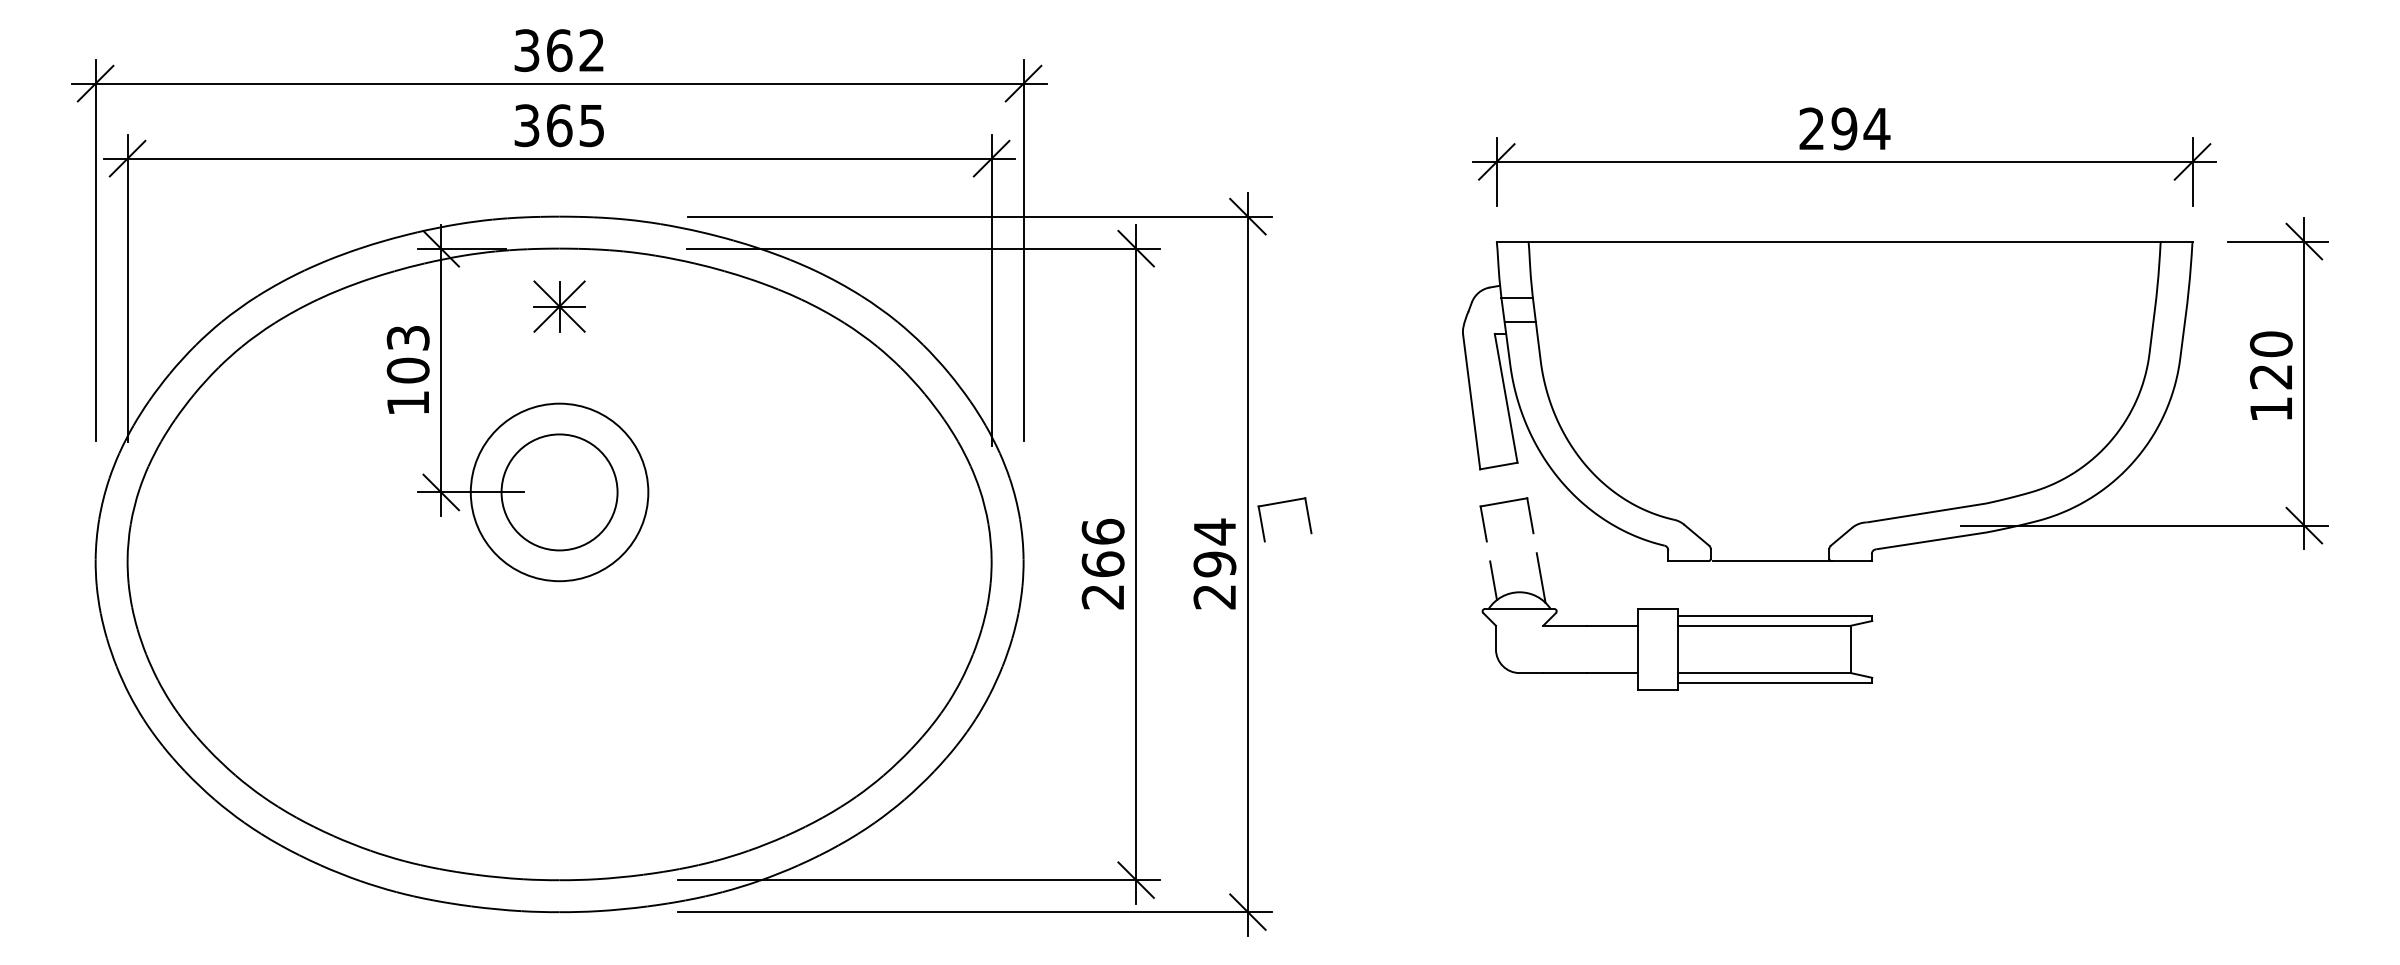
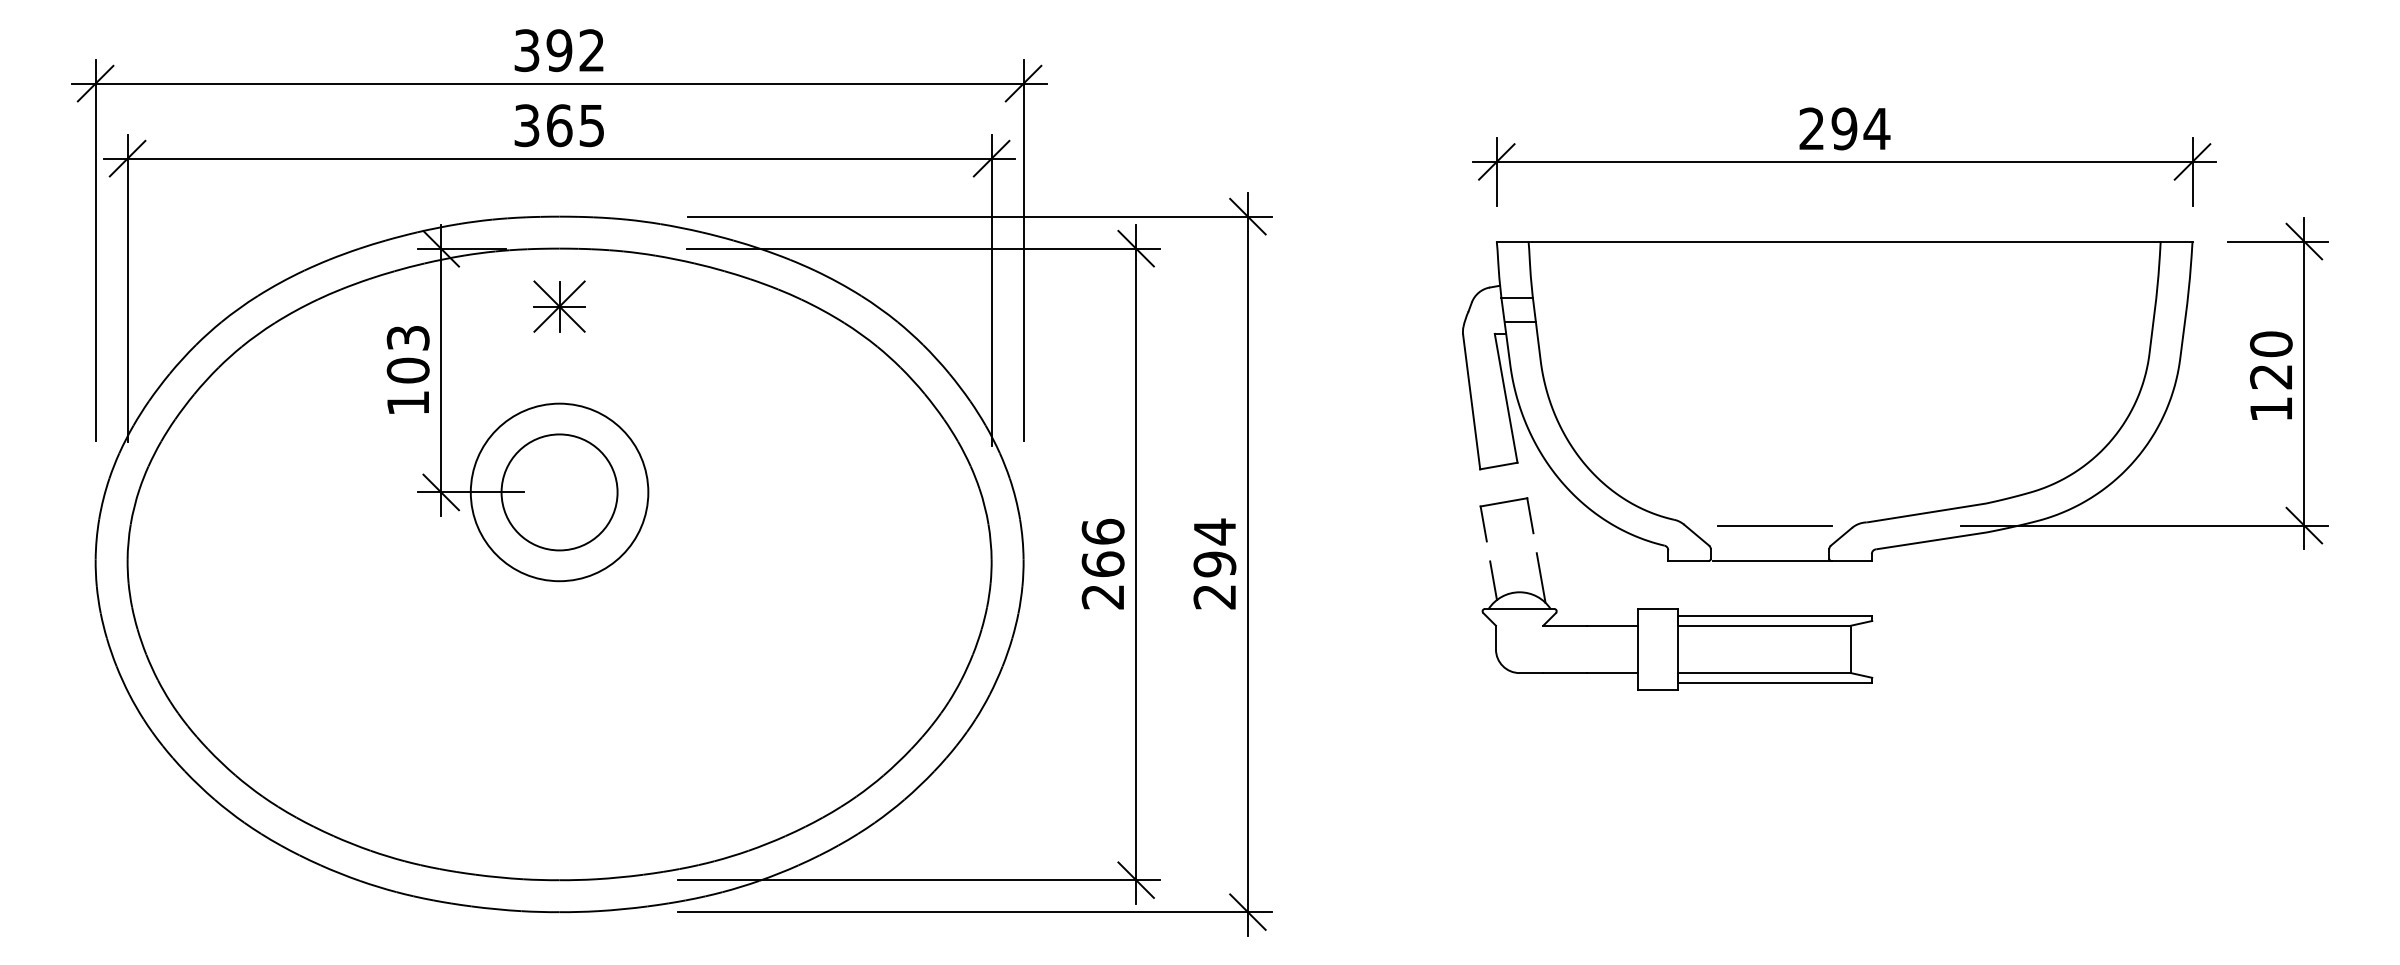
text at (559, 50): 362 -> 392
part at (1282, 503): present -> none
line at (1774, 525): none -> present
